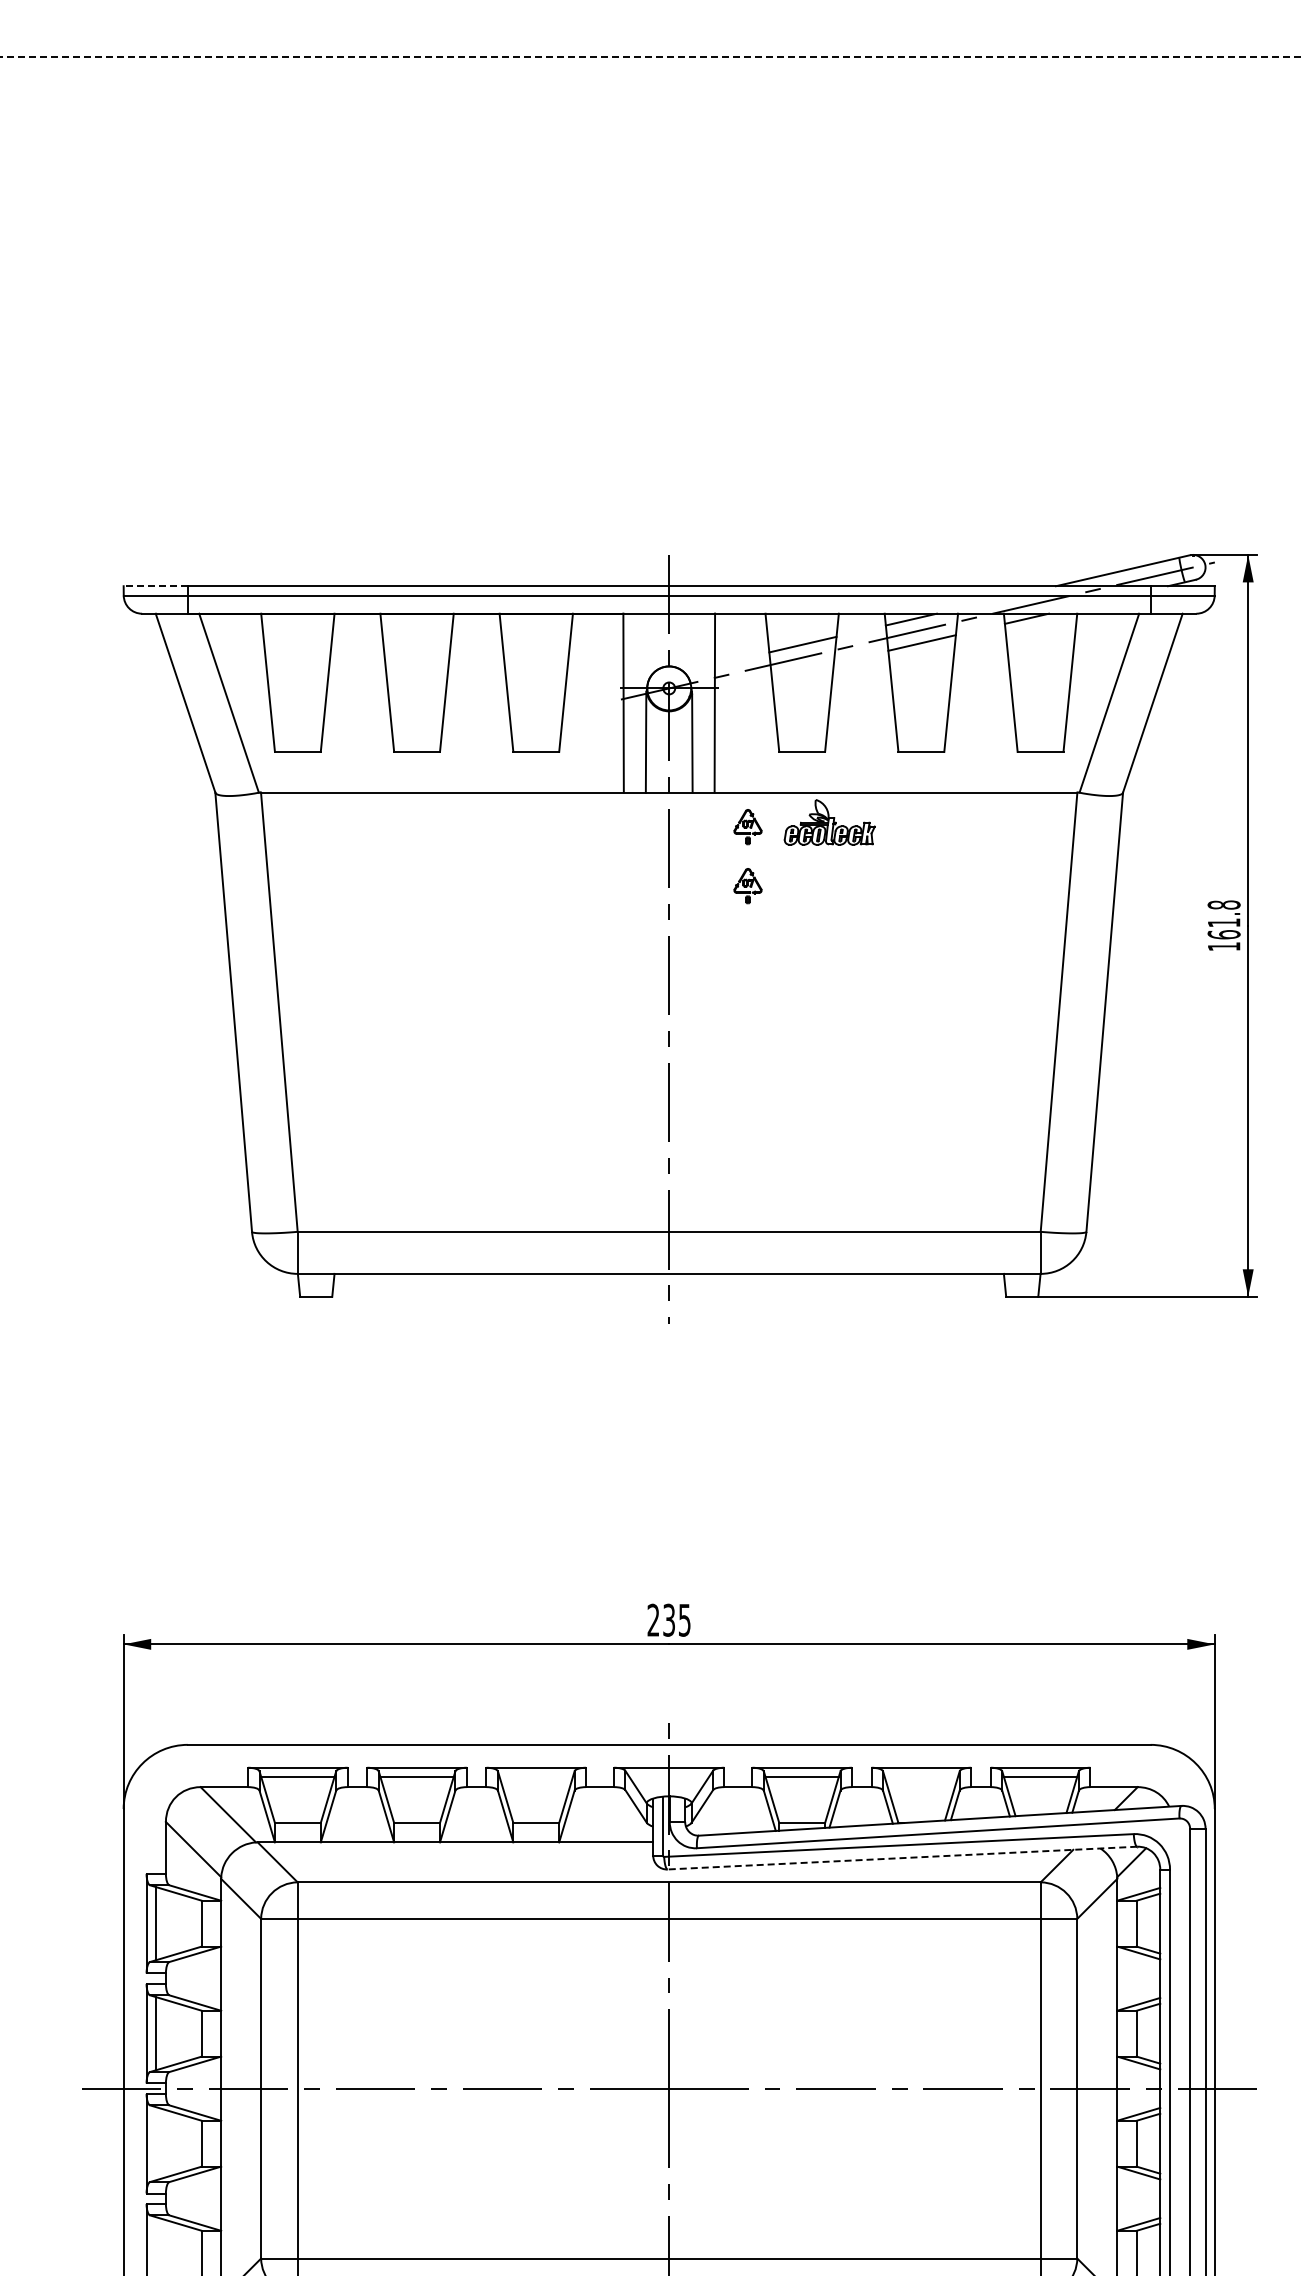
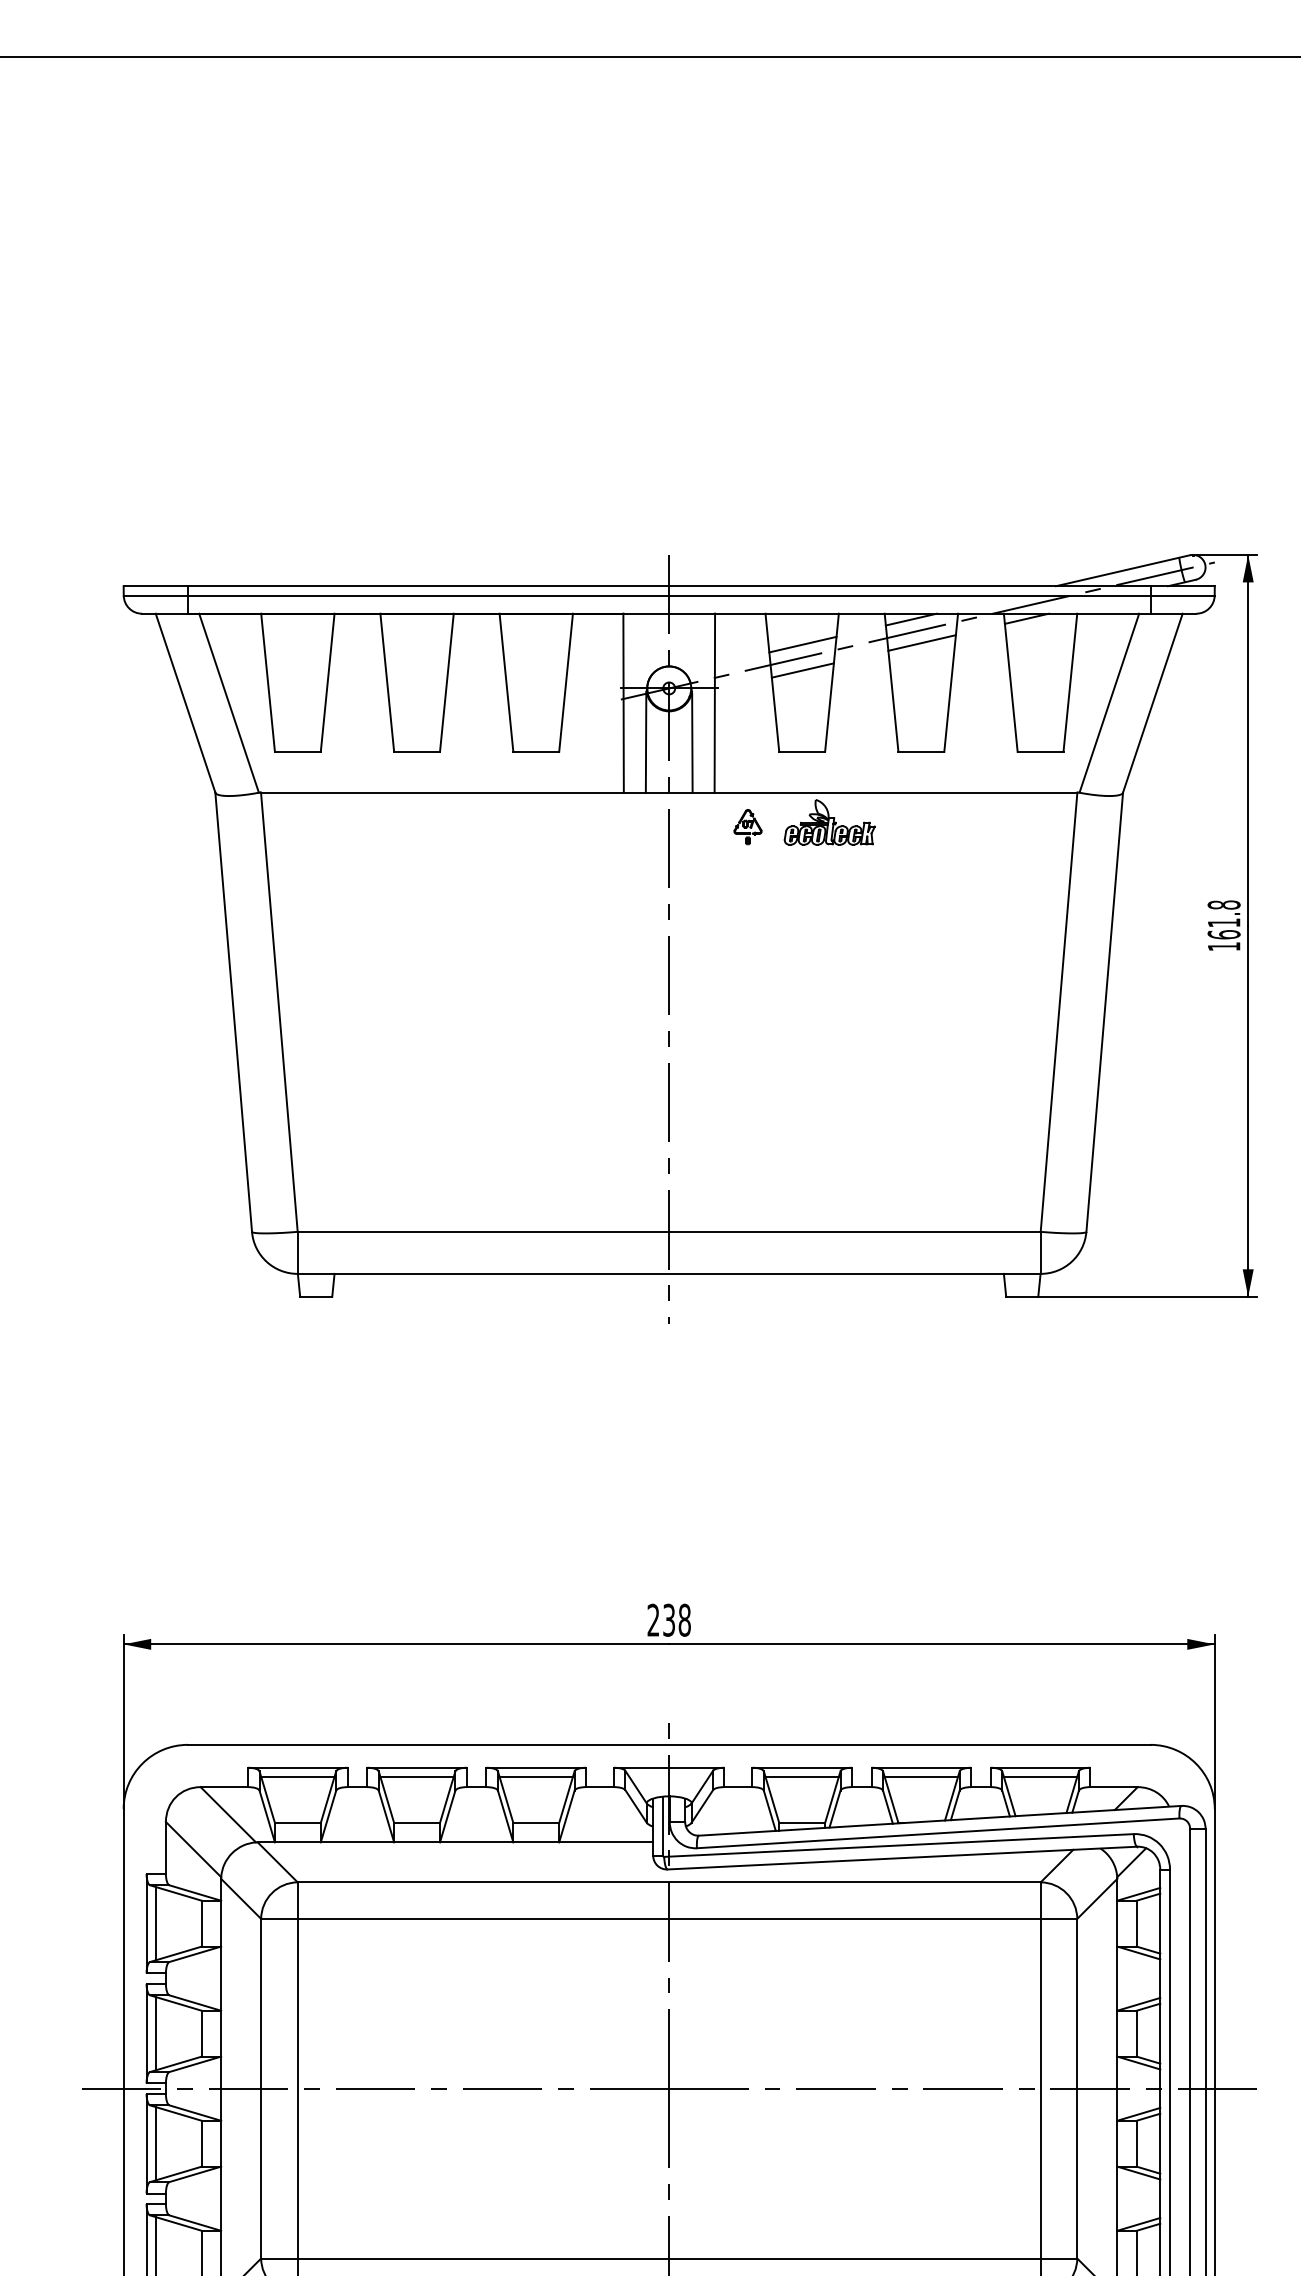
line at (650, 57): dashed -> solid
line at (155, 586): dashed -> solid
line at (802, 670): none -> present
part at (747, 886): present -> none
text at (684, 1619): 235 -> 238
line at (535, 1776): none -> present
line at (921, 1776): none -> present
line at (901, 1858): dashed -> solid
line at (155, 2143): none -> present
line at (155, 2244): none -> present
